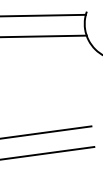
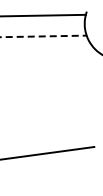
line at (43, 36): solid -> dashed
line at (46, 132): present -> none
